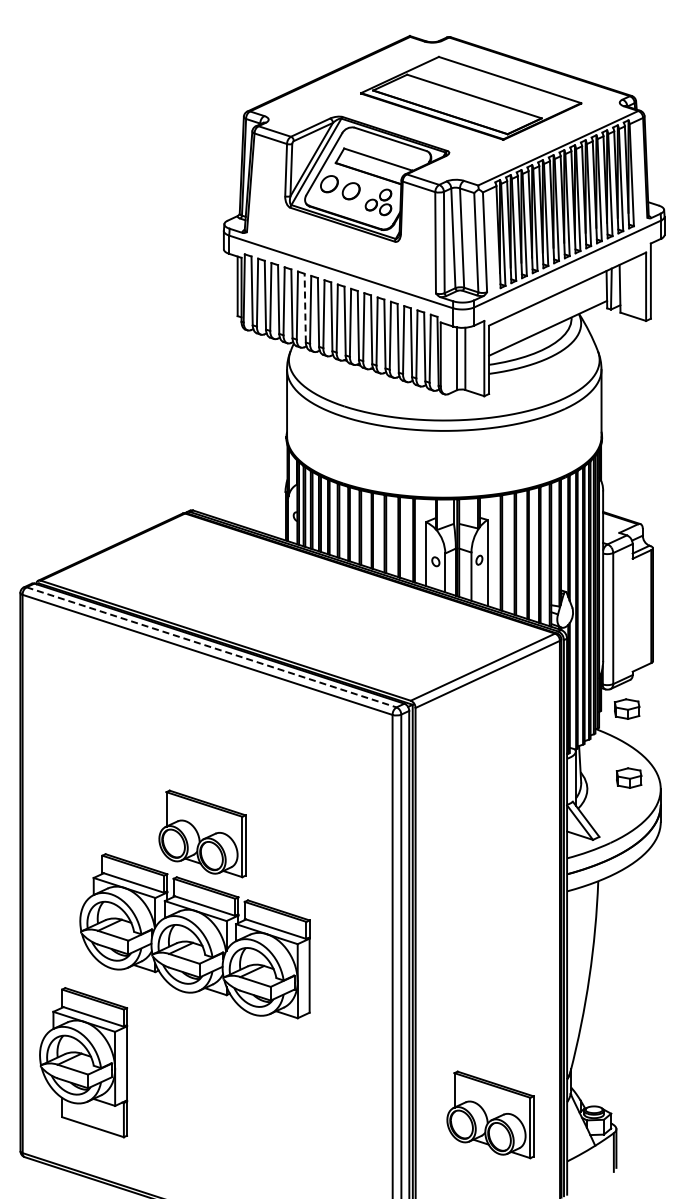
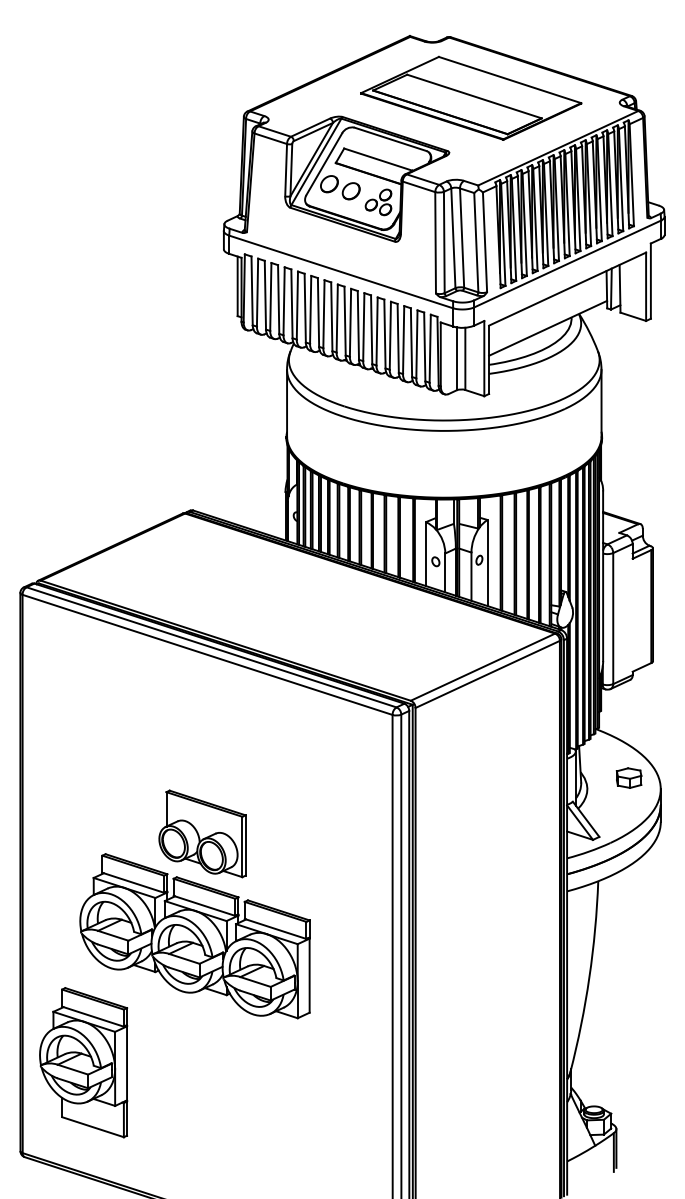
line at (305, 307): dashed -> solid
line at (211, 647): dashed -> solid
part at (626, 708): present -> none
part at (490, 1114): present -> none
